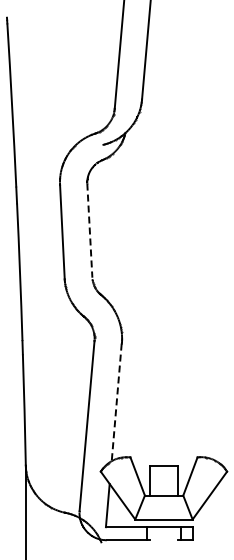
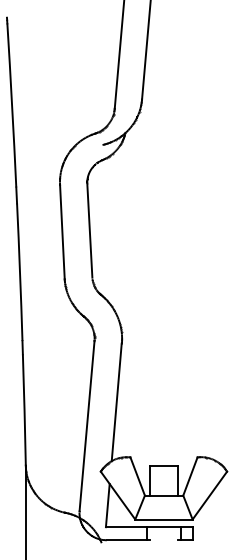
line at (89, 231): dashed -> solid
line at (116, 402): dashed -> solid
